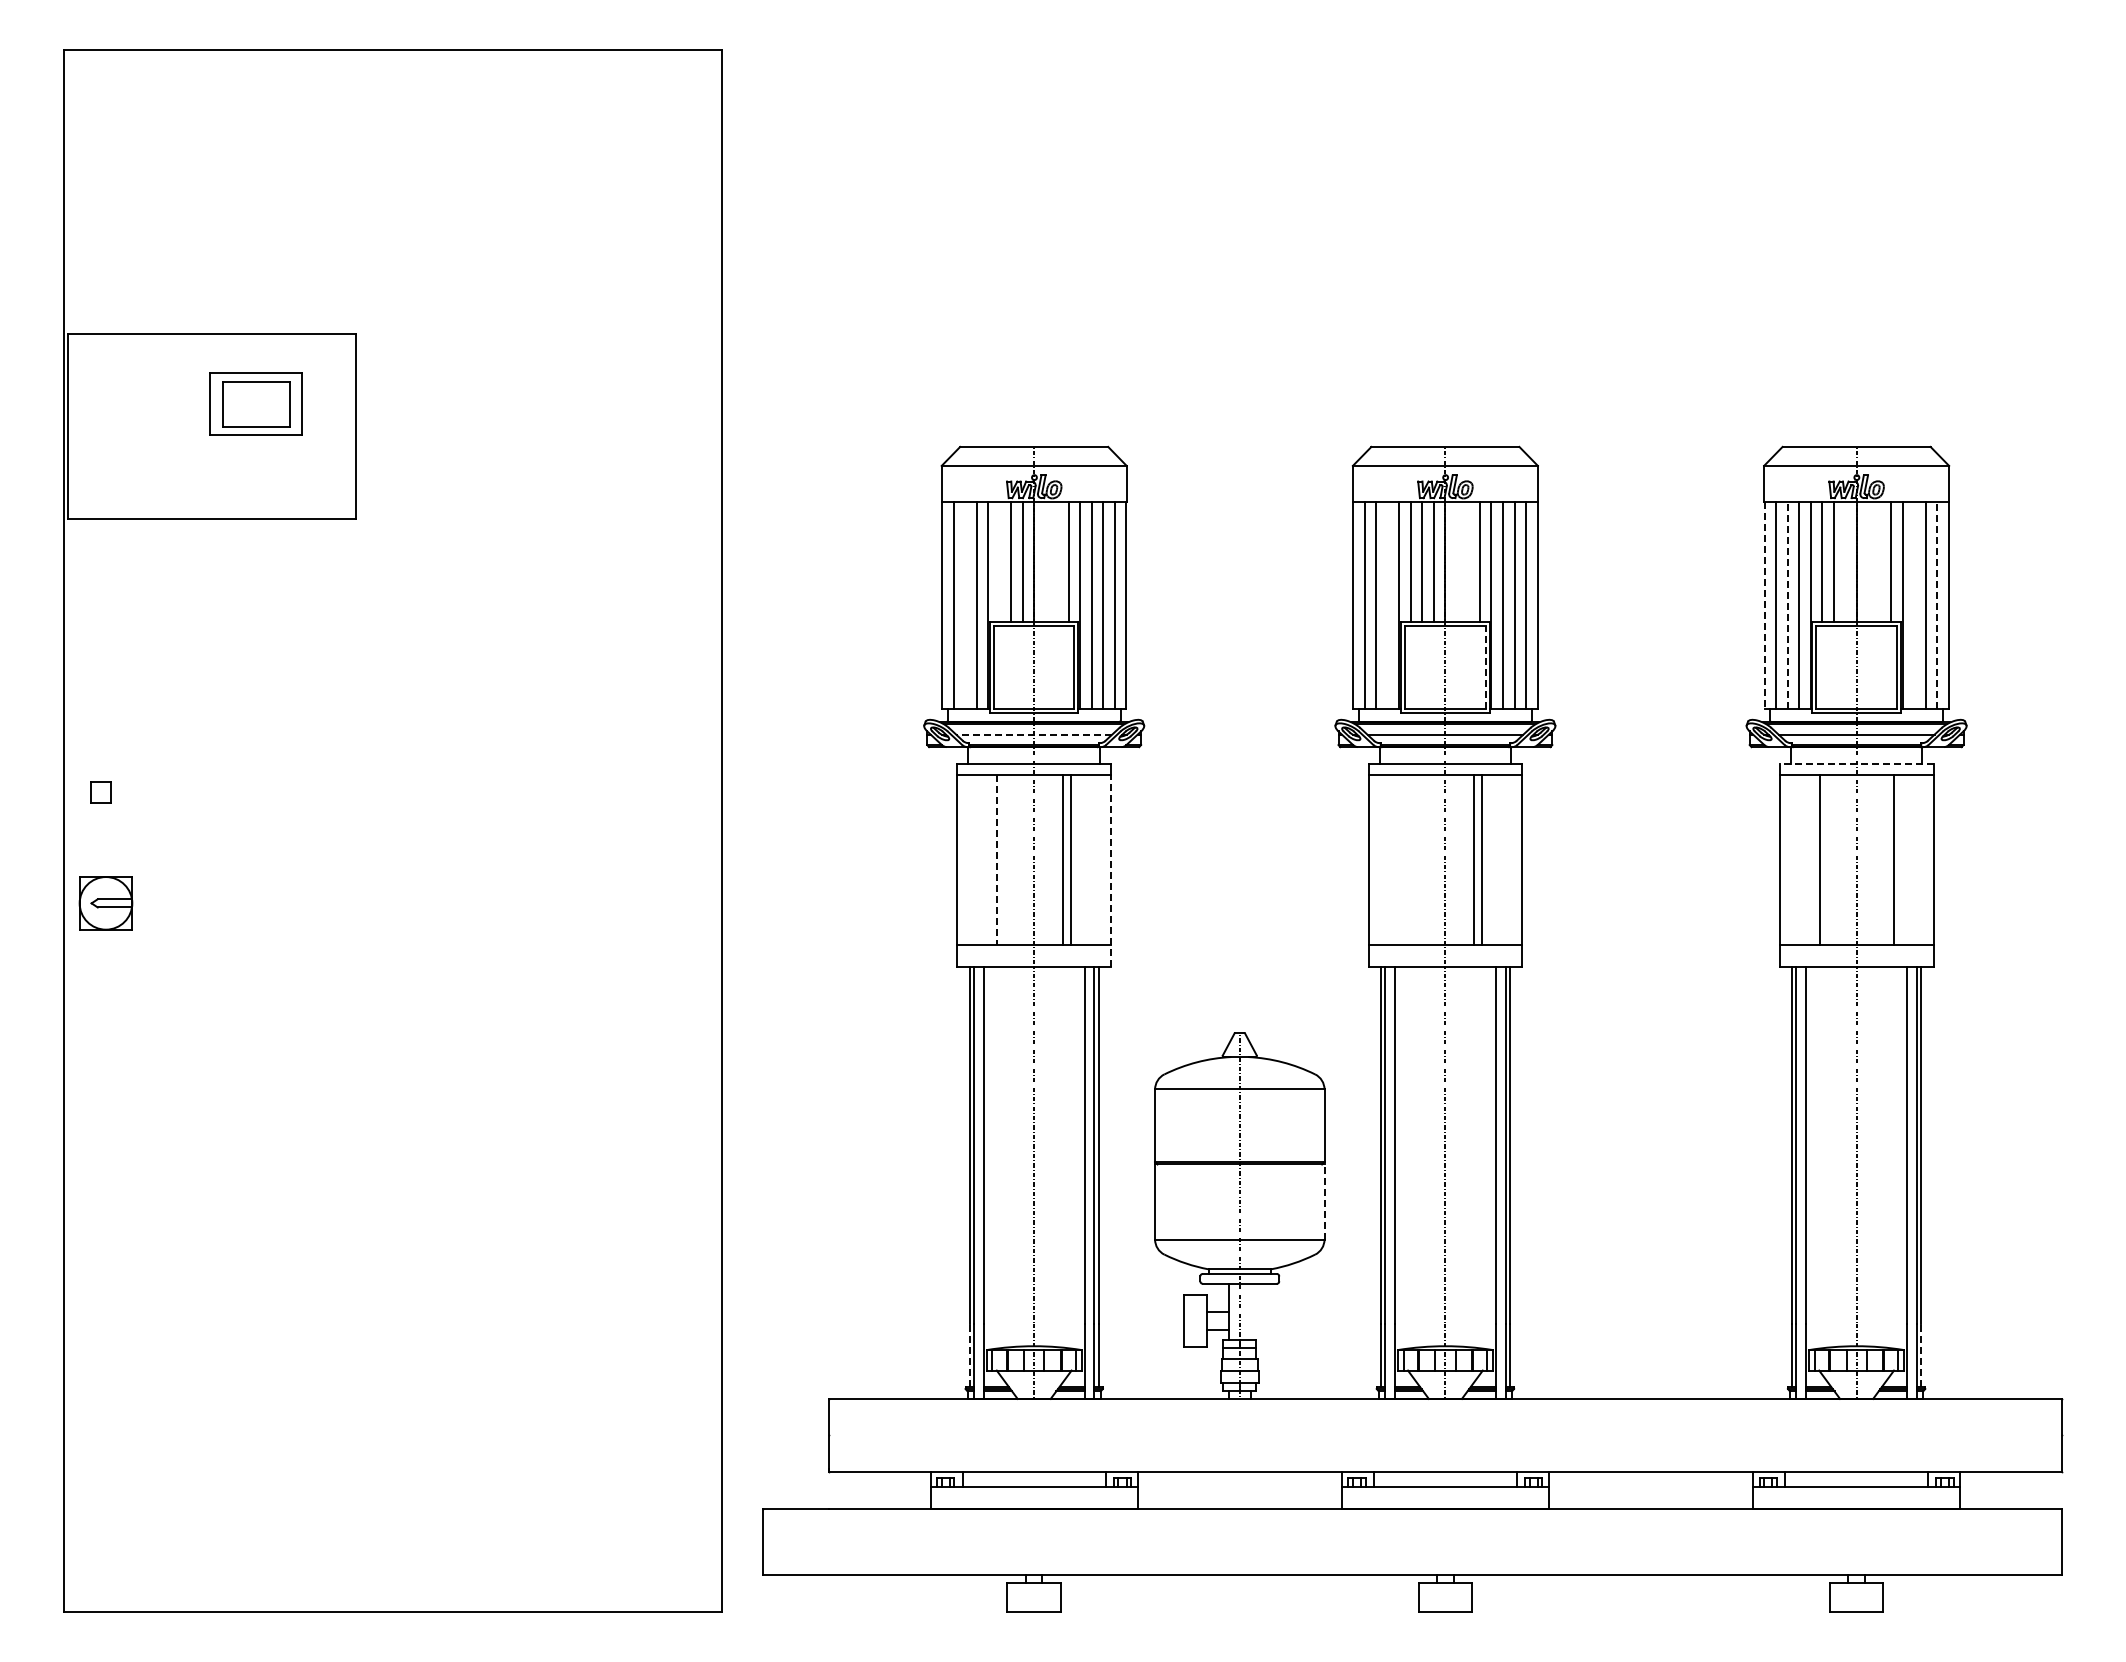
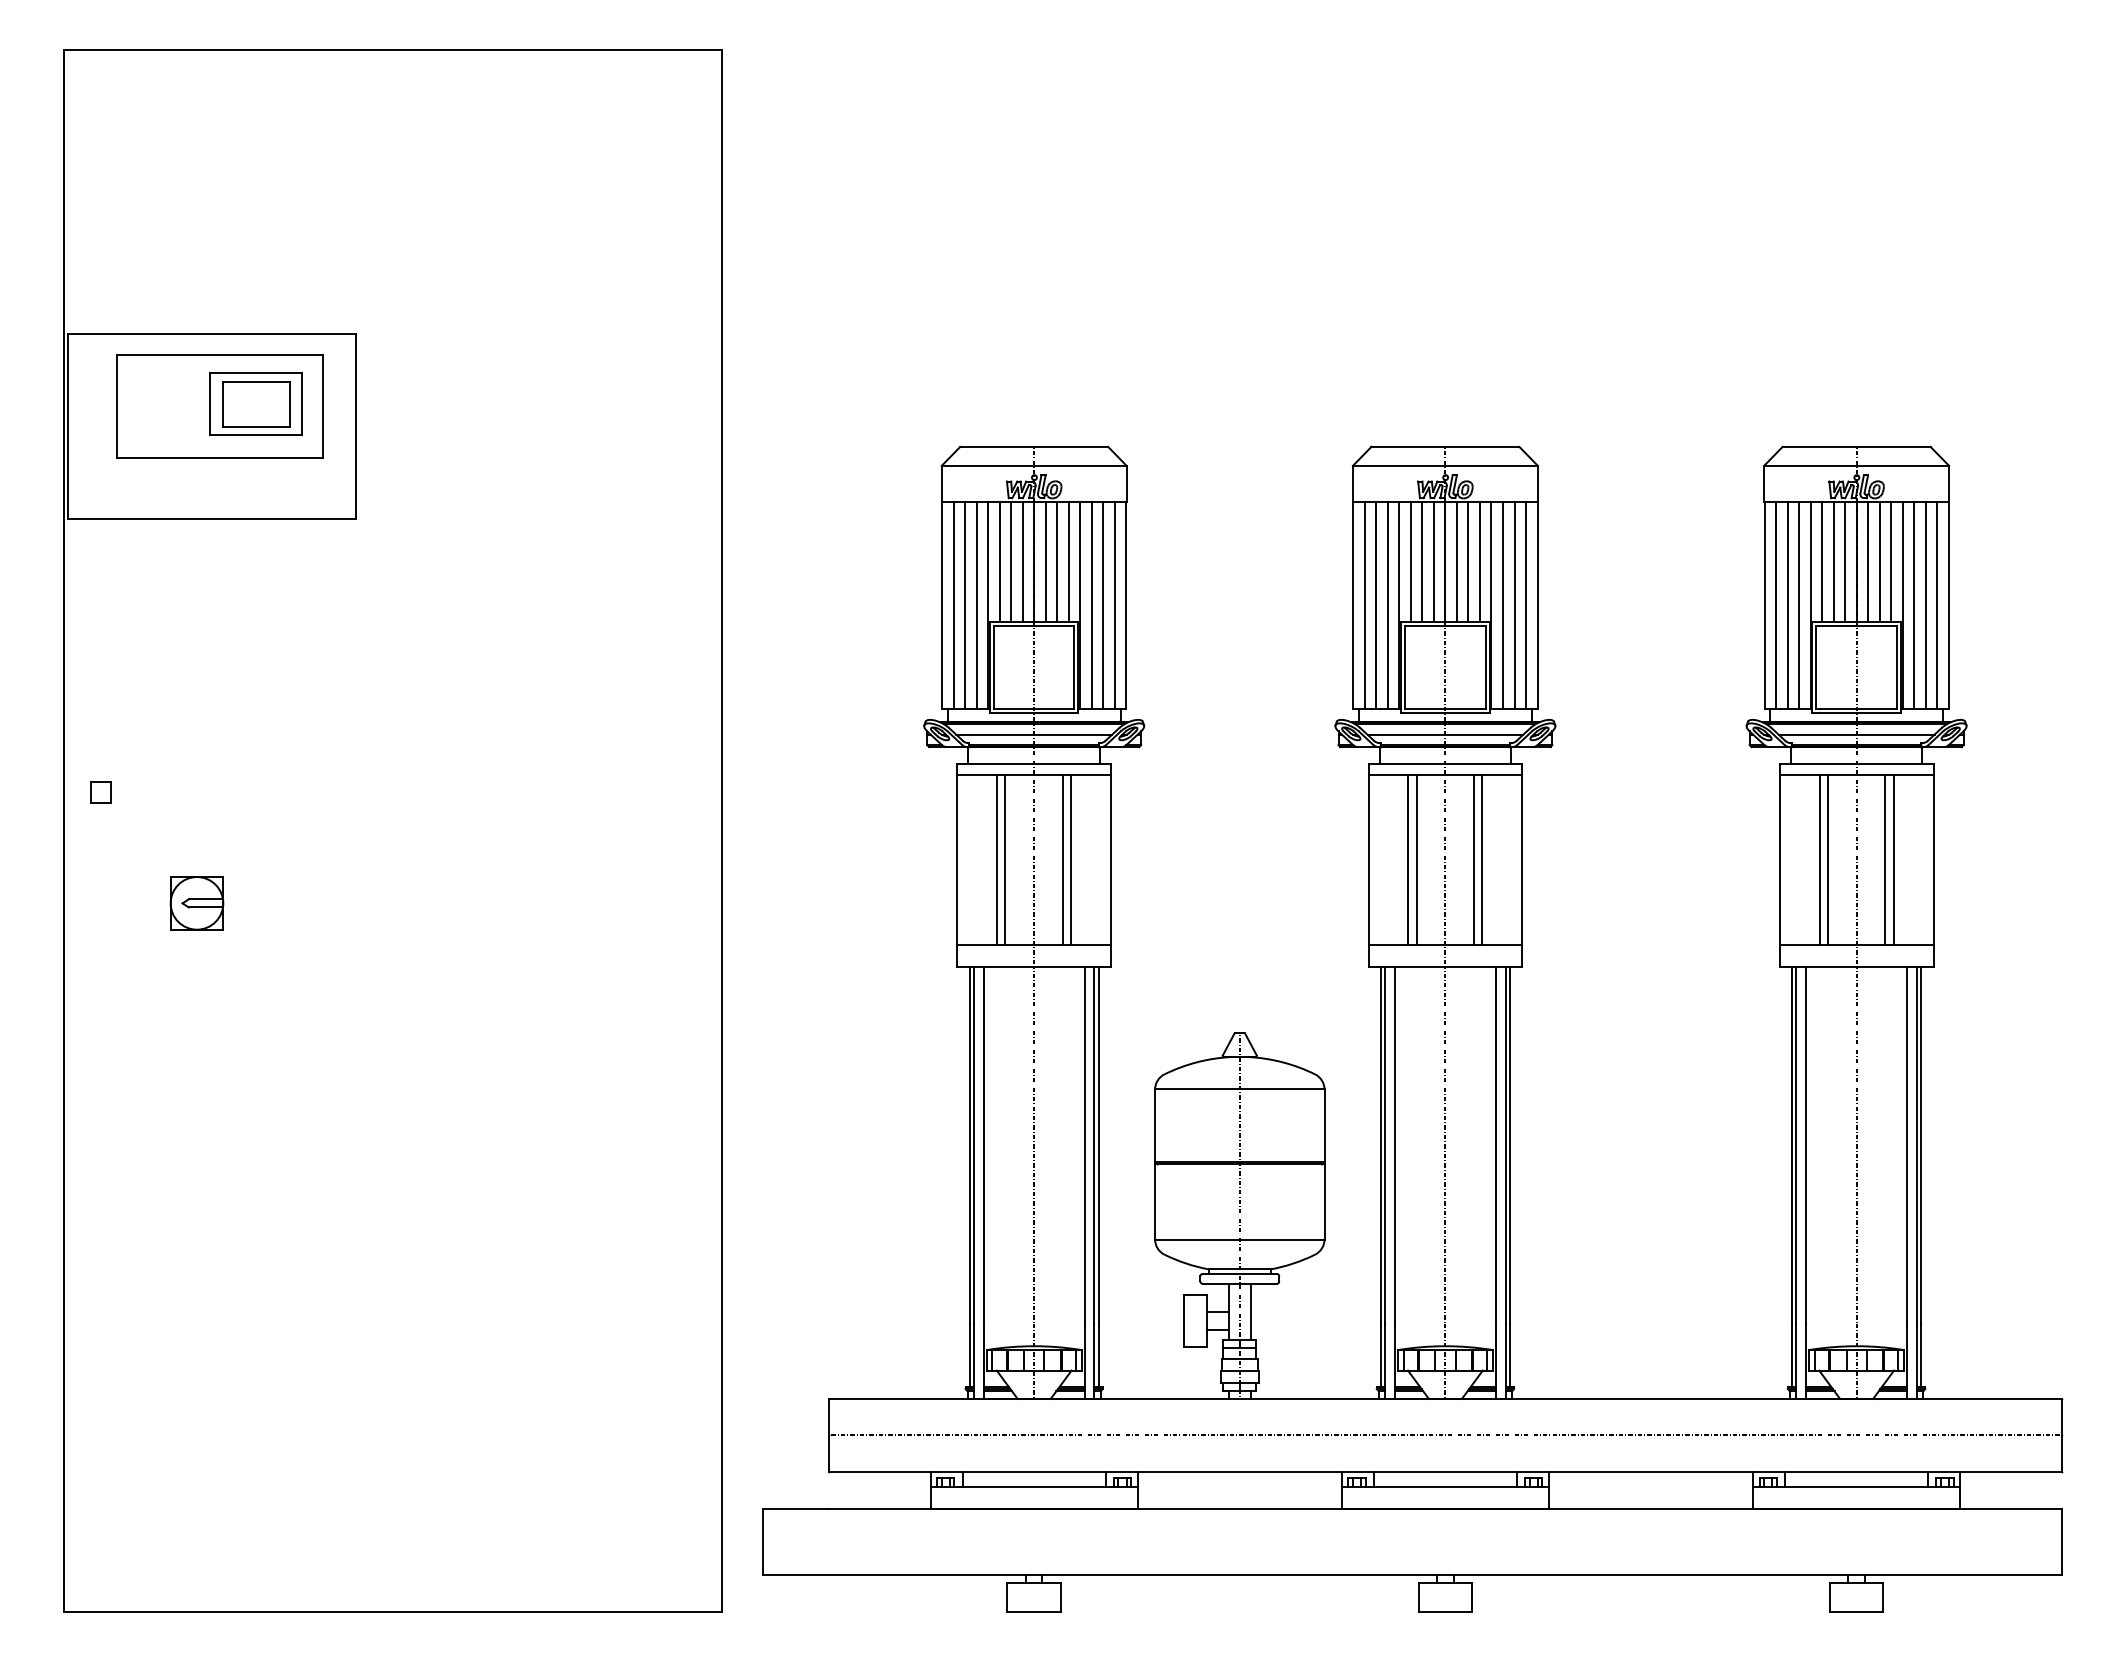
part at (219, 406): none -> present
line at (999, 561): none -> present
line at (1045, 561): none -> present
line at (1057, 561): none -> present
line at (1456, 561): none -> present
line at (1468, 561): none -> present
line at (1845, 561): none -> present
line at (1868, 561): none -> present
line at (1879, 561): none -> present
line at (1787, 604): dashed -> solid
line at (1937, 604): dashed -> solid
line at (965, 605): none -> present
line at (1387, 605): none -> present
line at (1764, 605): dashed -> solid
line at (1914, 605): none -> present
line at (1485, 666): dashed -> solid
line at (1034, 734): dashed -> solid
line at (1856, 763): dashed -> solid
line at (1005, 859): none -> present
line at (1408, 859): none -> present
line at (1416, 859): none -> present
line at (1827, 859): none -> present
line at (1885, 859): none -> present
line at (997, 860): dashed -> solid
line at (1111, 870): dashed -> solid
part at (105, 903) position: (105, 903) -> (196, 903)
line at (1324, 1202): dashed -> solid
line at (1250, 1311): none -> present
line at (969, 1355): dashed -> solid
line at (1921, 1355): dashed -> solid
line at (1445, 1435): none -> present
